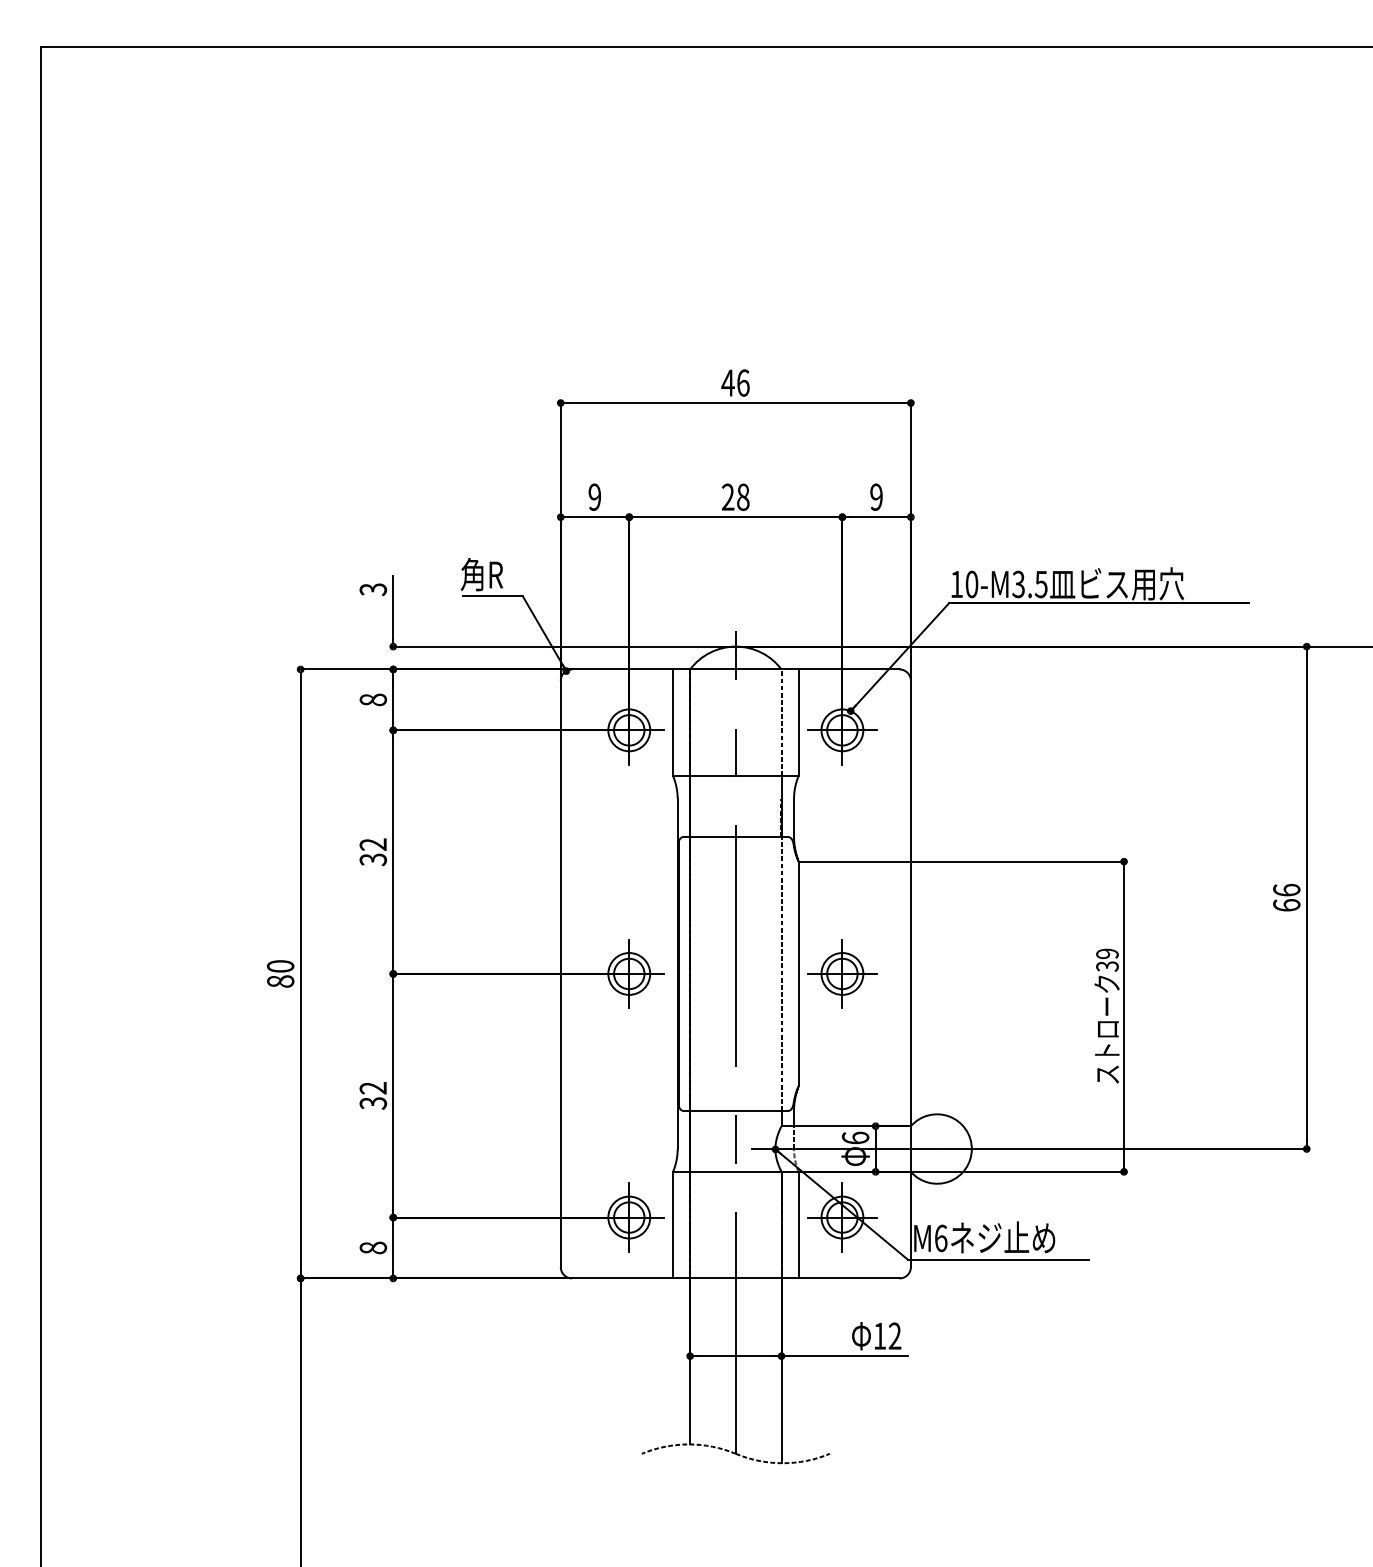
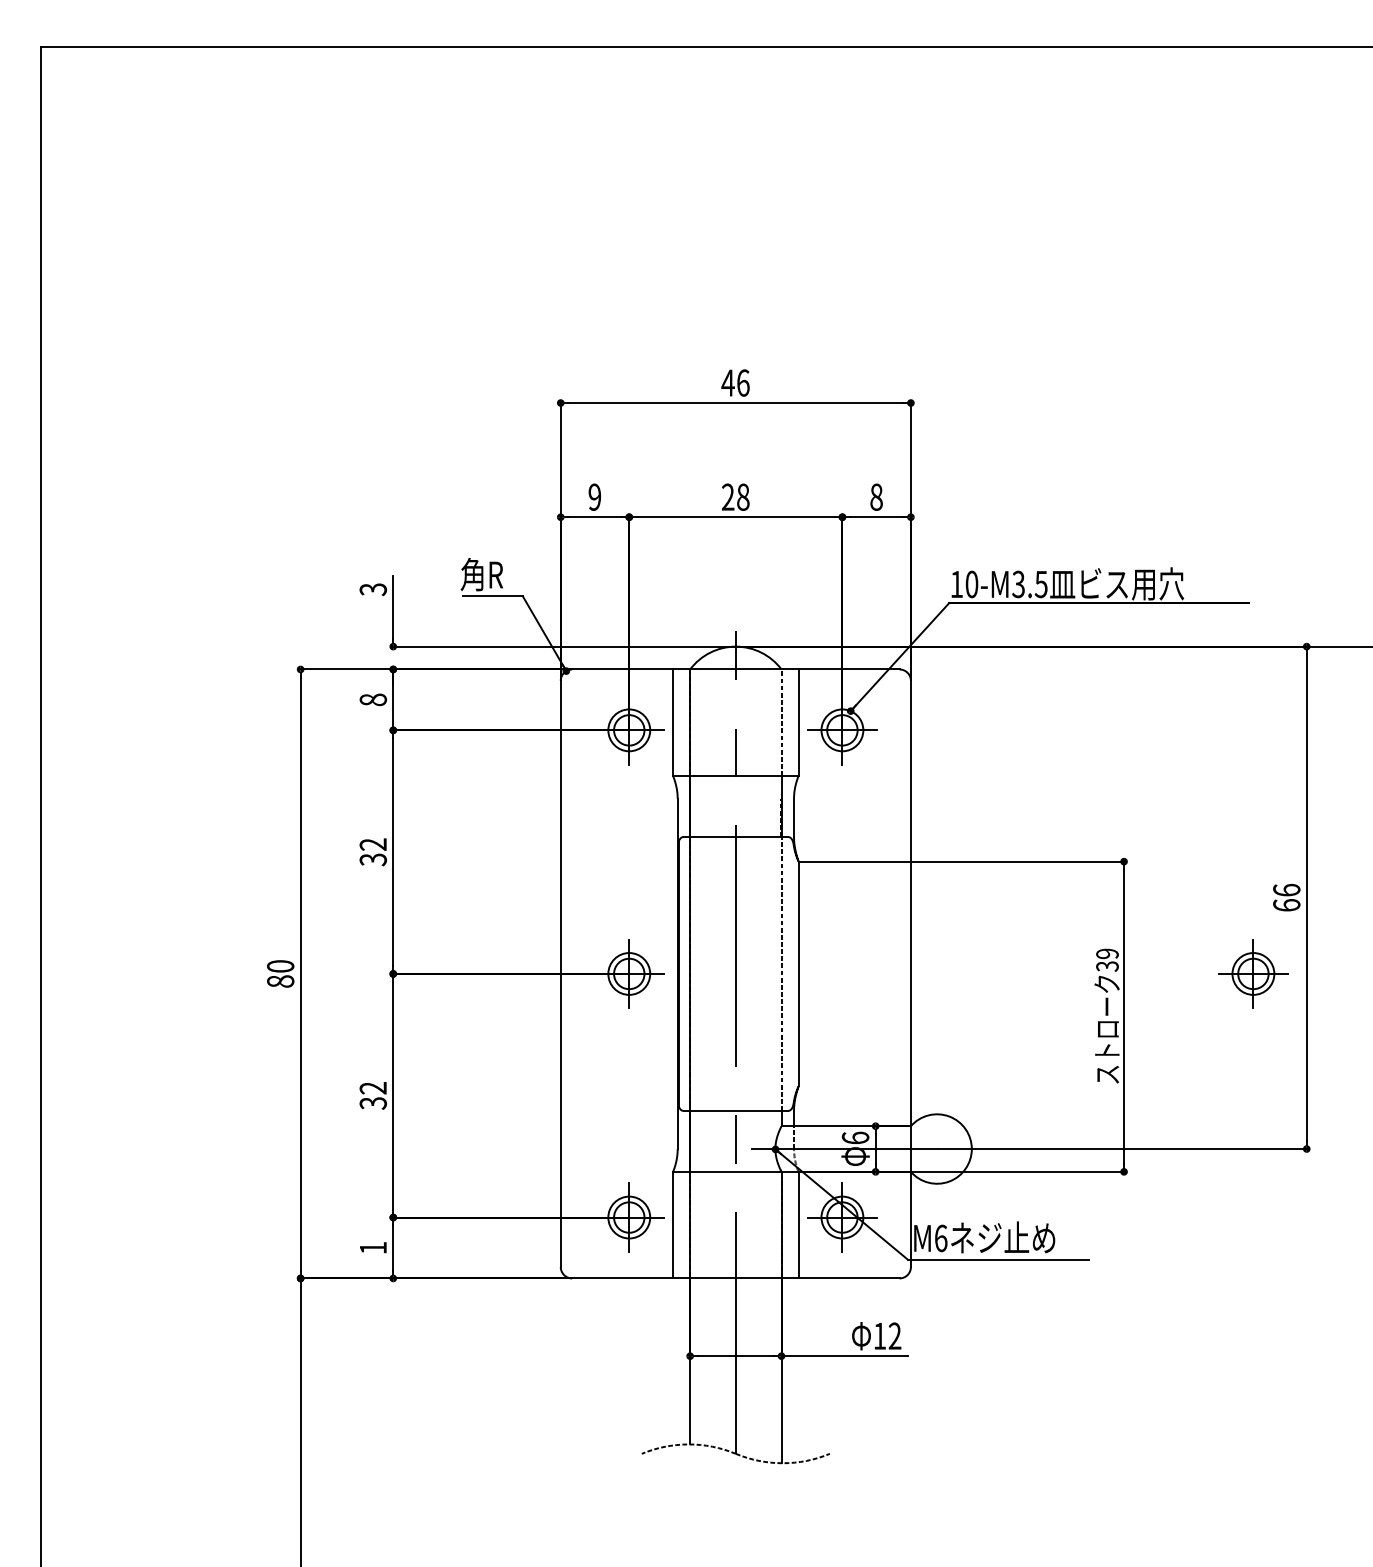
text at (876, 496): 9 -> 8
part at (842, 973) position: (842, 973) -> (1253, 973)
text at (373, 1247): 8 -> 1
